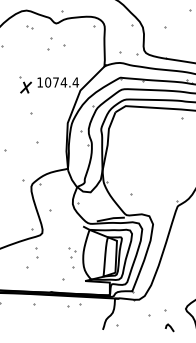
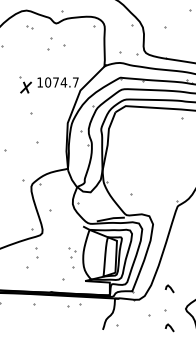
text at (75, 82): 1074.4 -> 1074.7
line at (169, 288): none -> present
